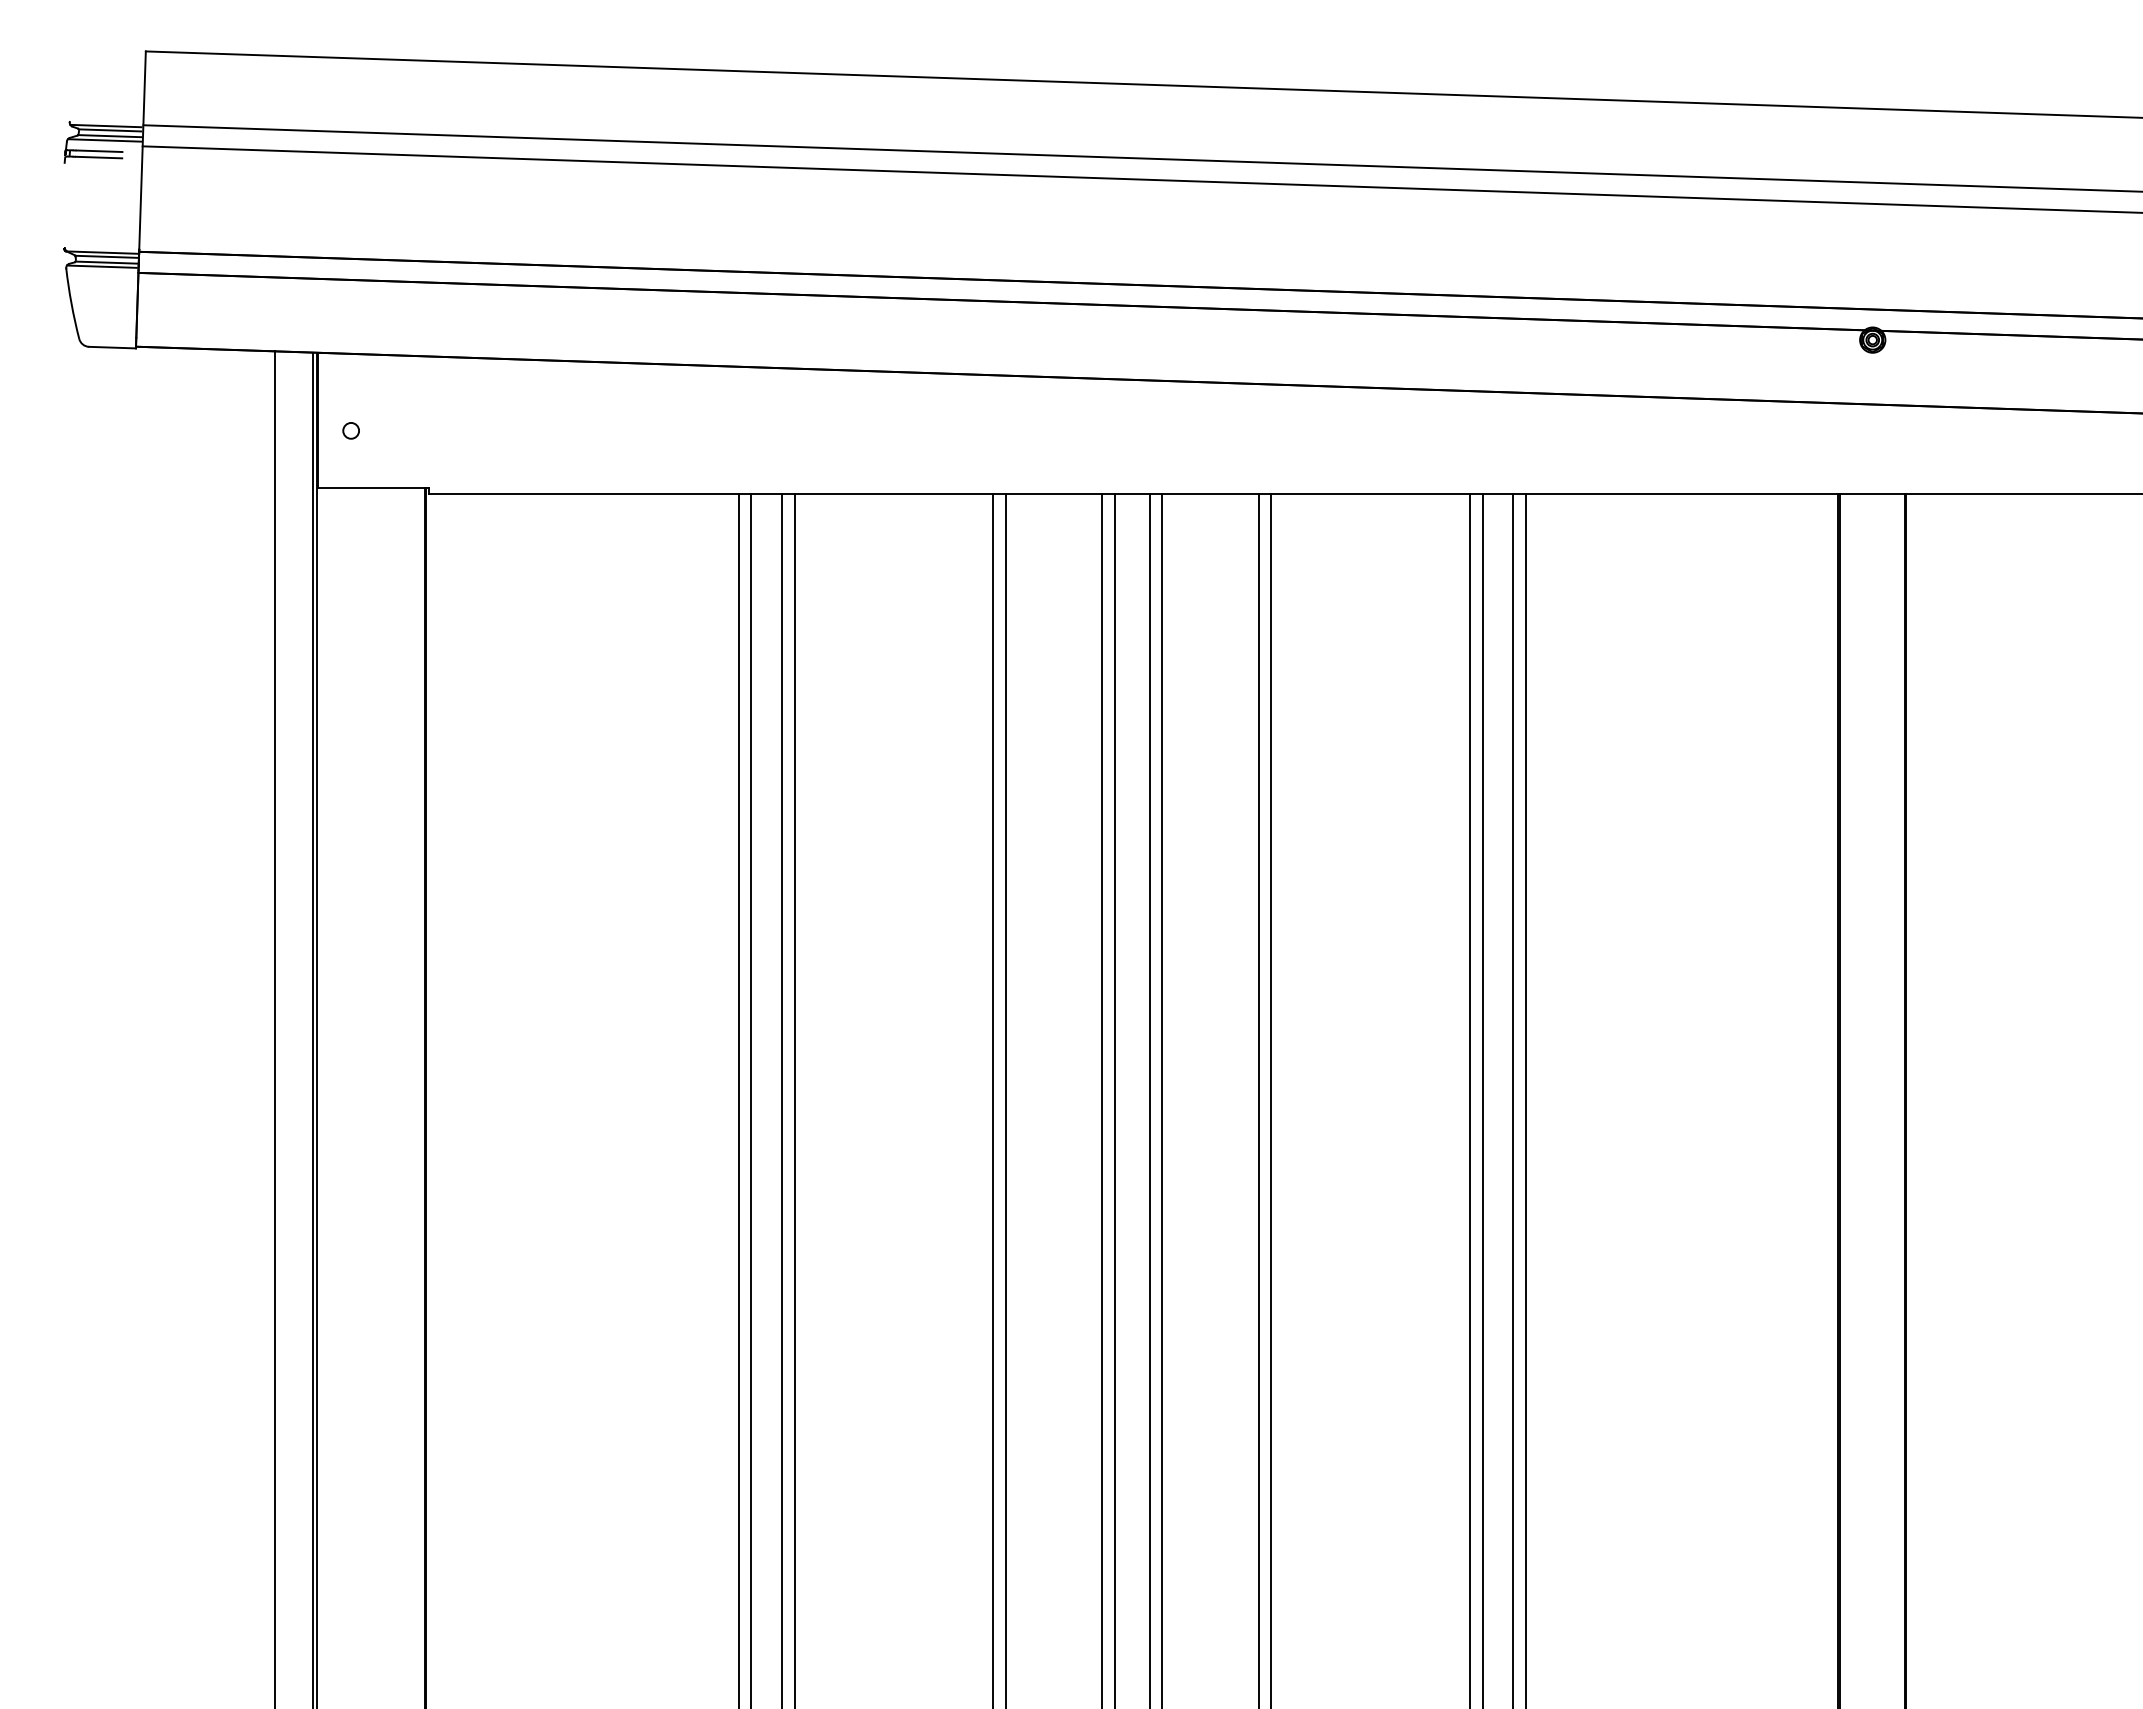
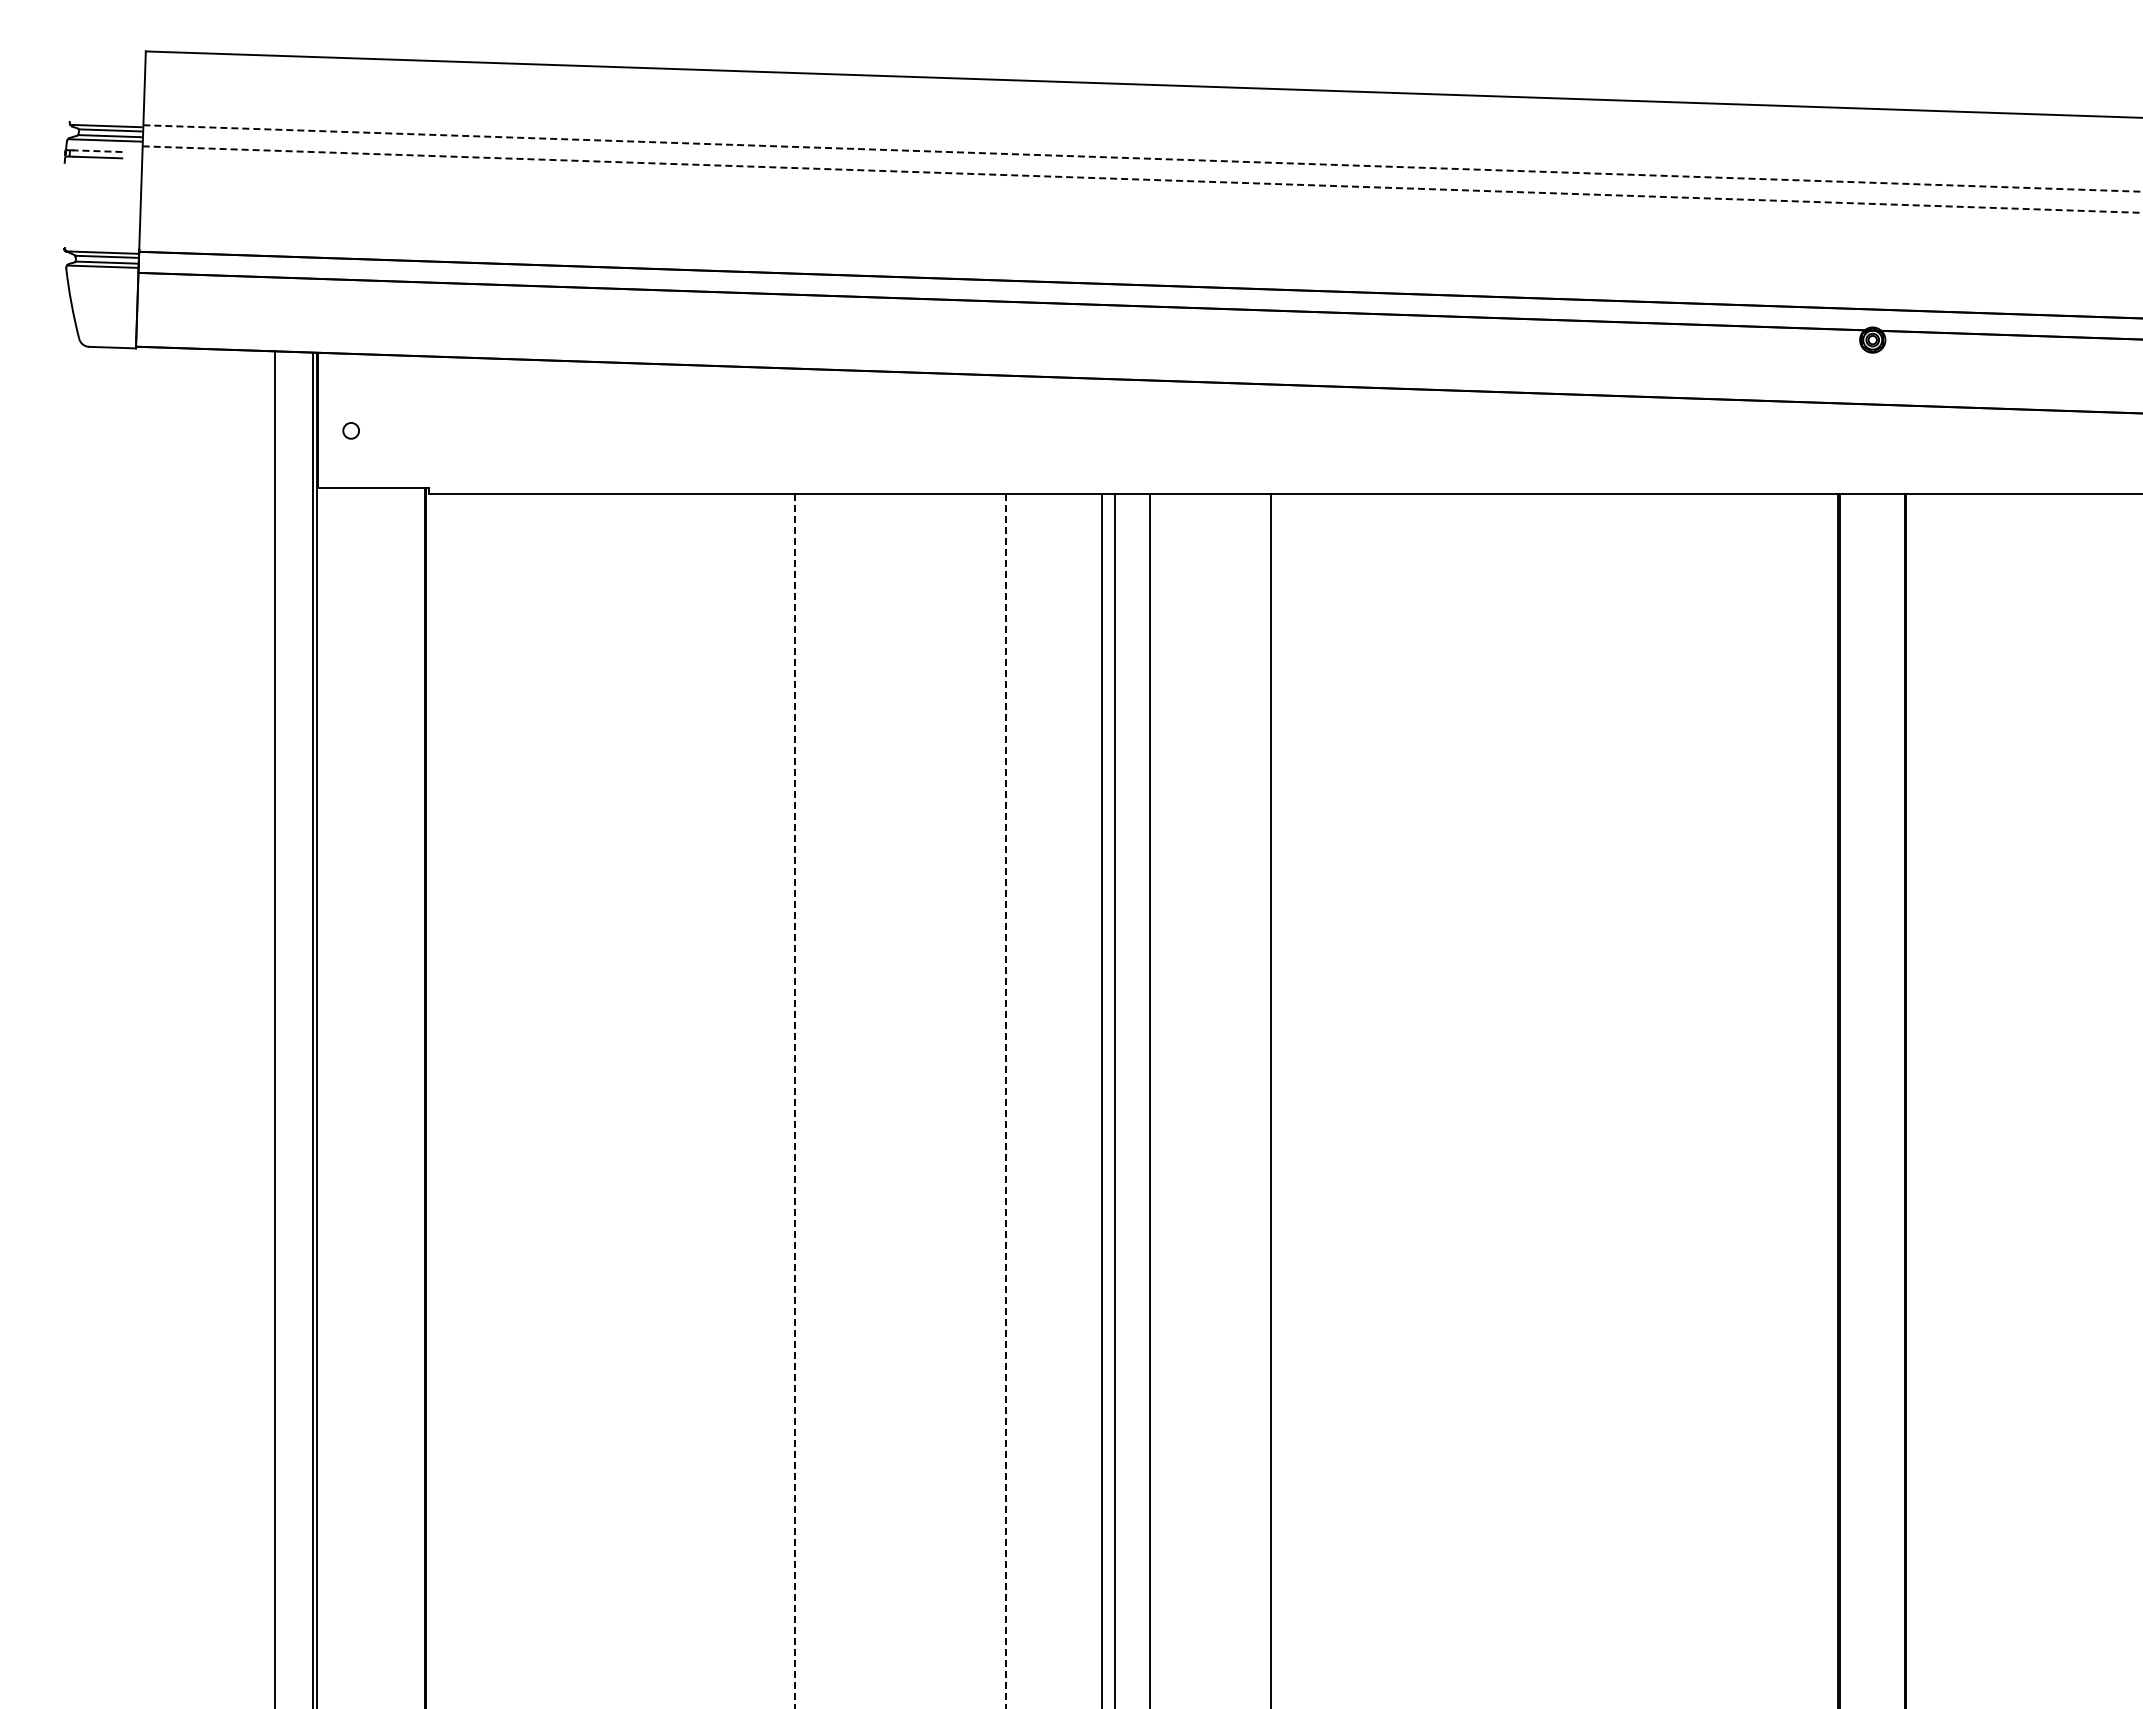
line at (99, 151): solid -> dashed
line at (1142, 158): solid -> dashed
line at (1143, 179): solid -> dashed
line at (738, 1099): present -> none
line at (751, 1099): present -> none
line at (782, 1099): present -> none
line at (993, 1099): present -> none
line at (1162, 1099): present -> none
line at (1258, 1099): present -> none
line at (1469, 1099): present -> none
line at (1482, 1099): present -> none
line at (1513, 1099): present -> none
line at (1526, 1099): present -> none
line at (794, 1101): solid -> dashed
line at (1006, 1101): solid -> dashed
